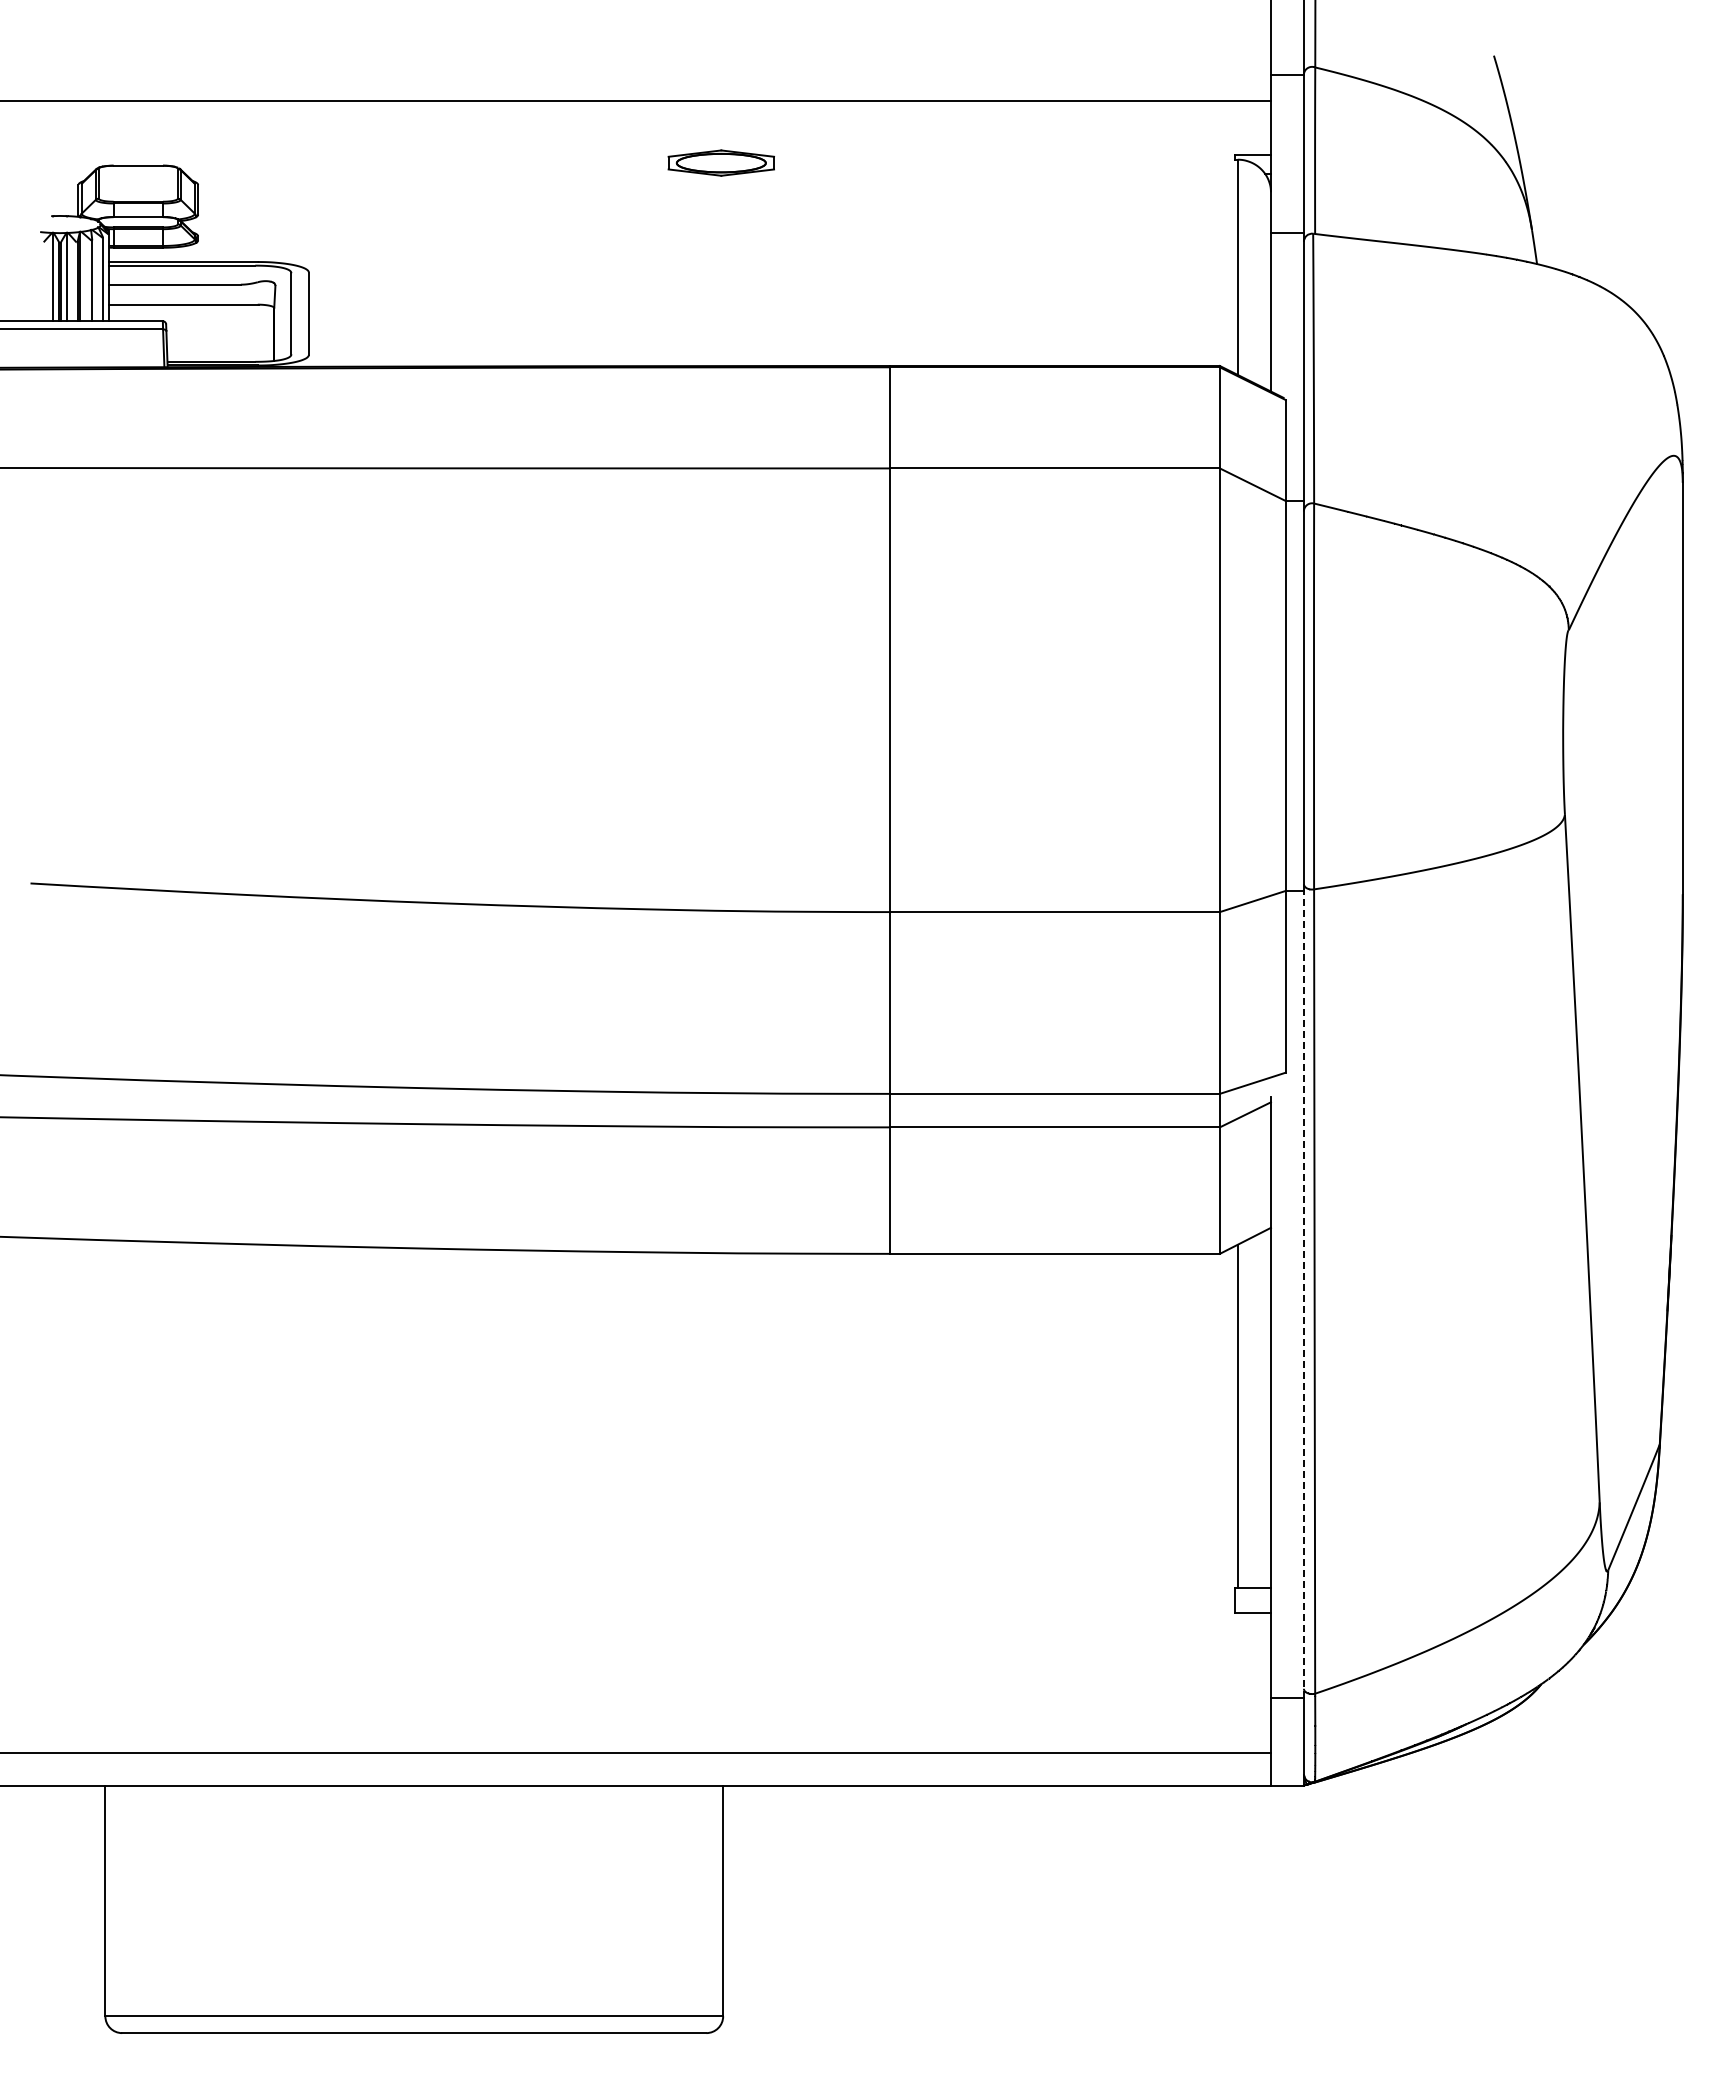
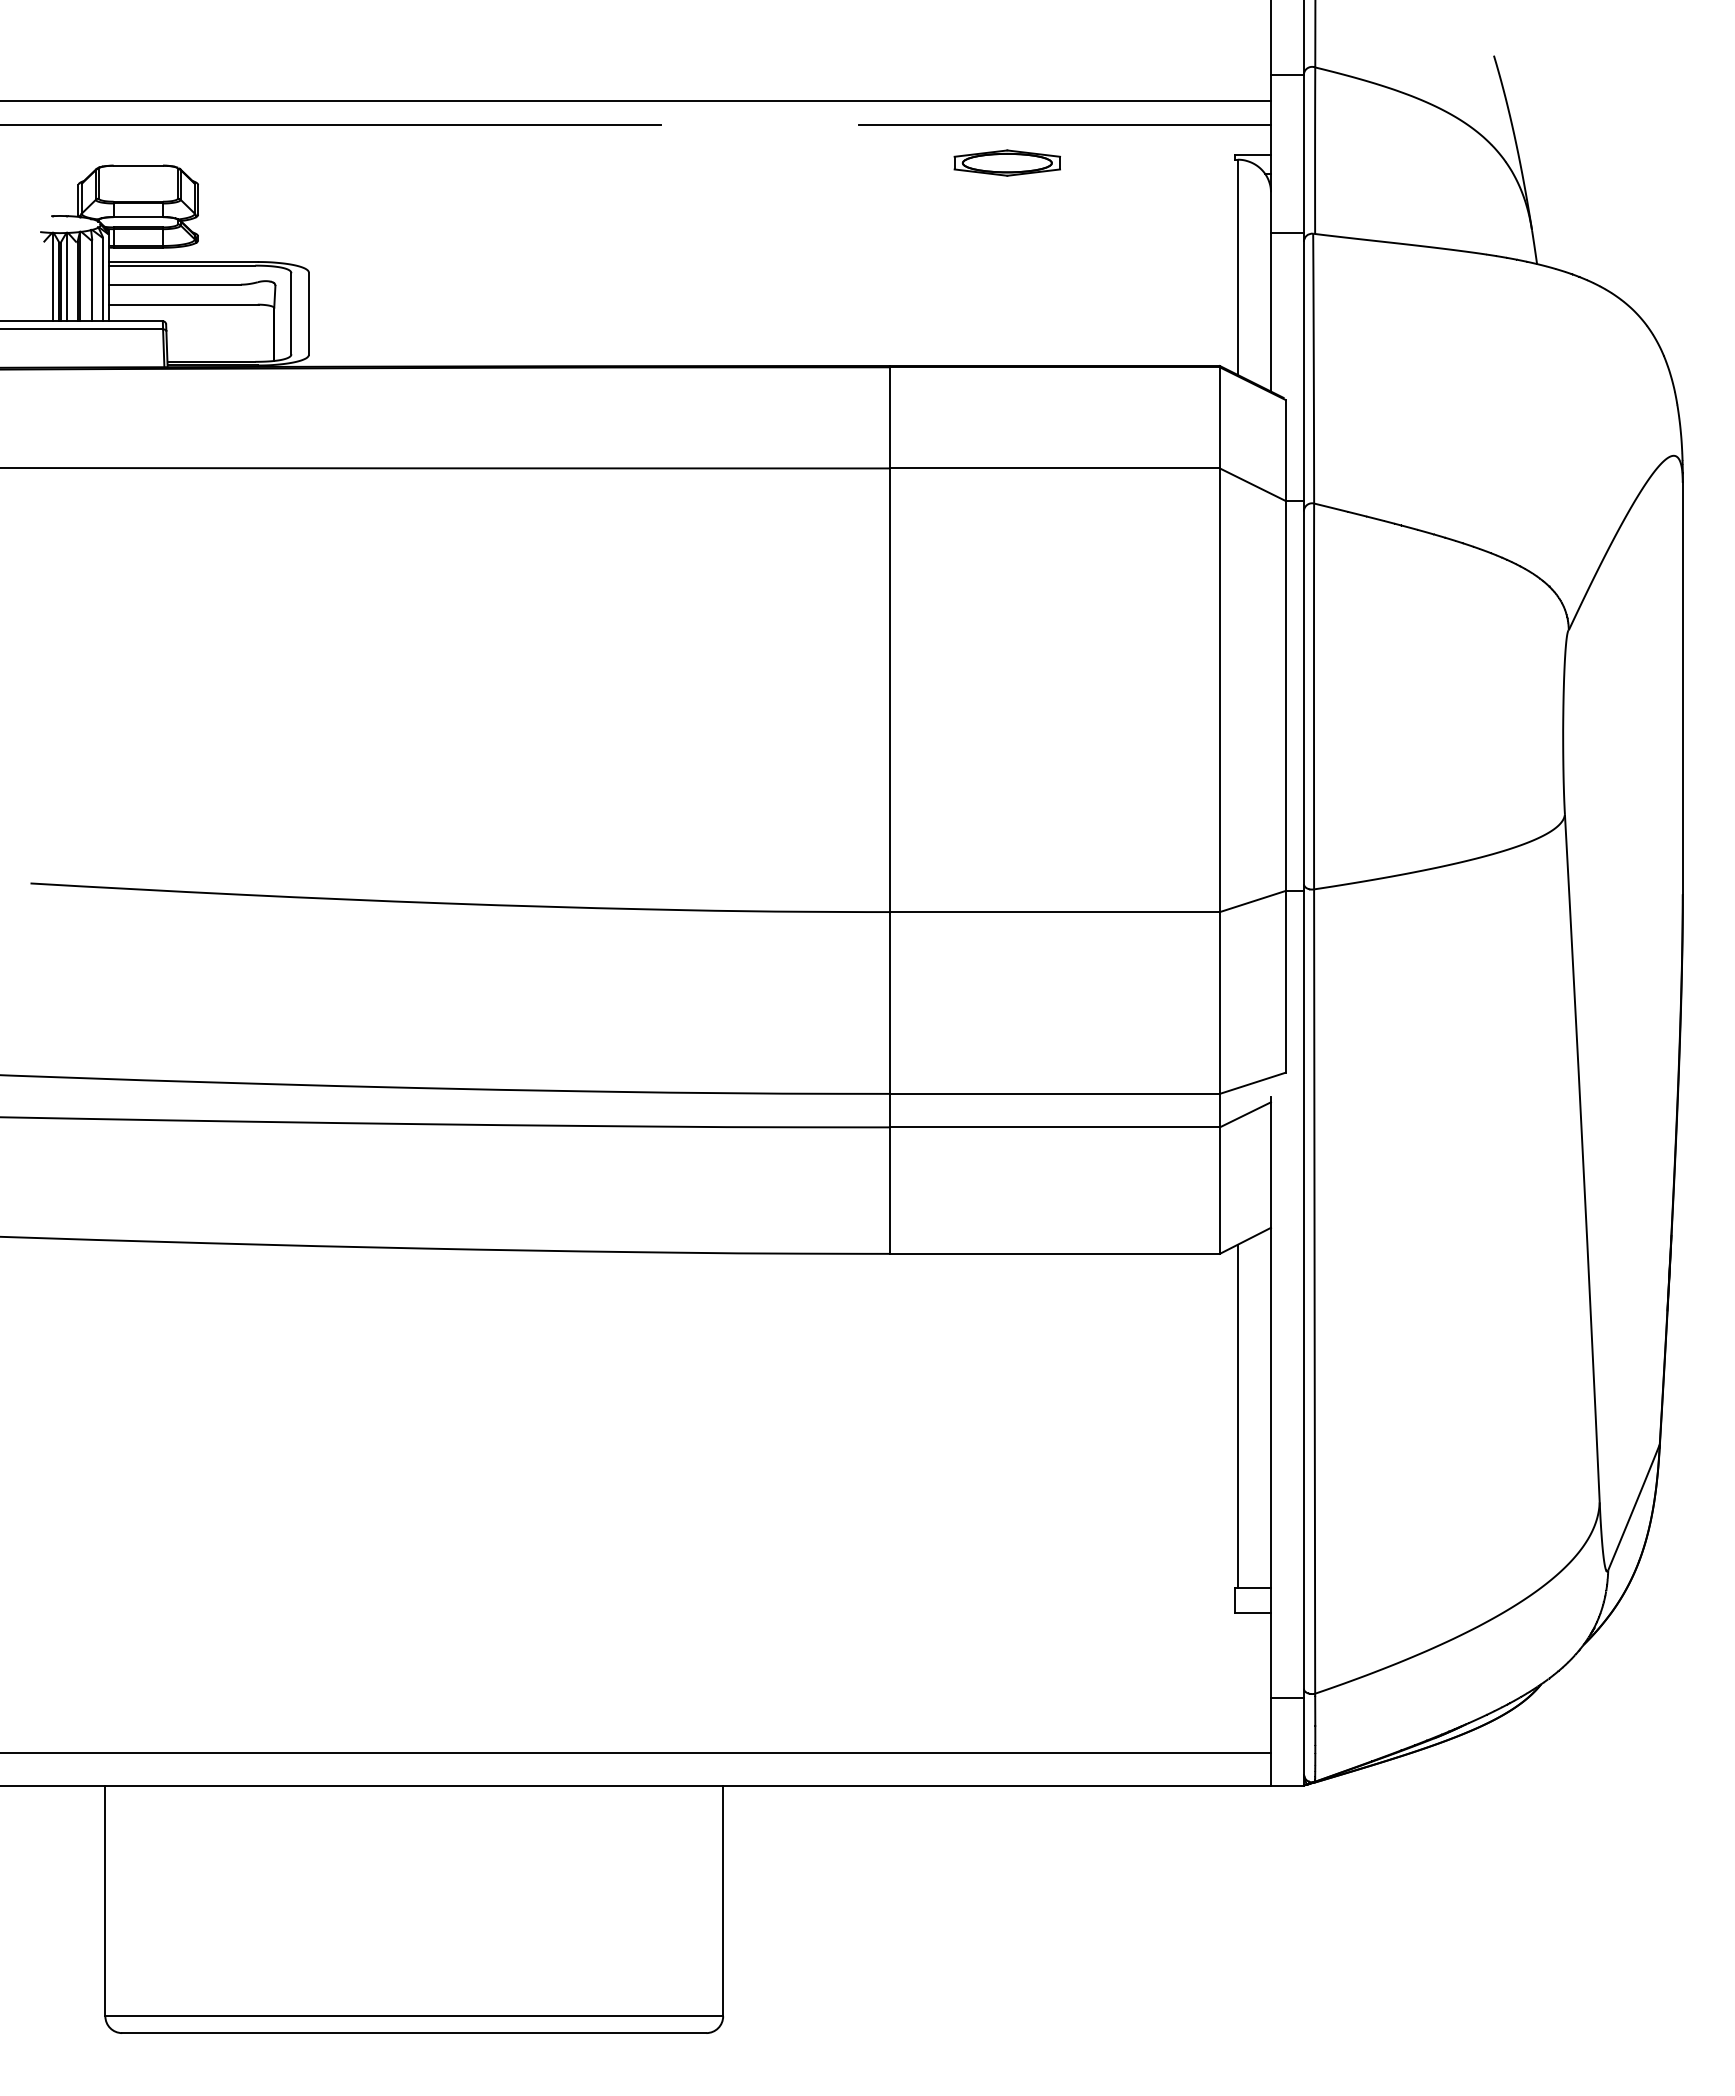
line at (331, 125): none -> present
line at (1064, 125): none -> present
part at (720, 162) position: (720, 162) -> (1006, 162)
line at (1303, 1293): dashed -> solid
